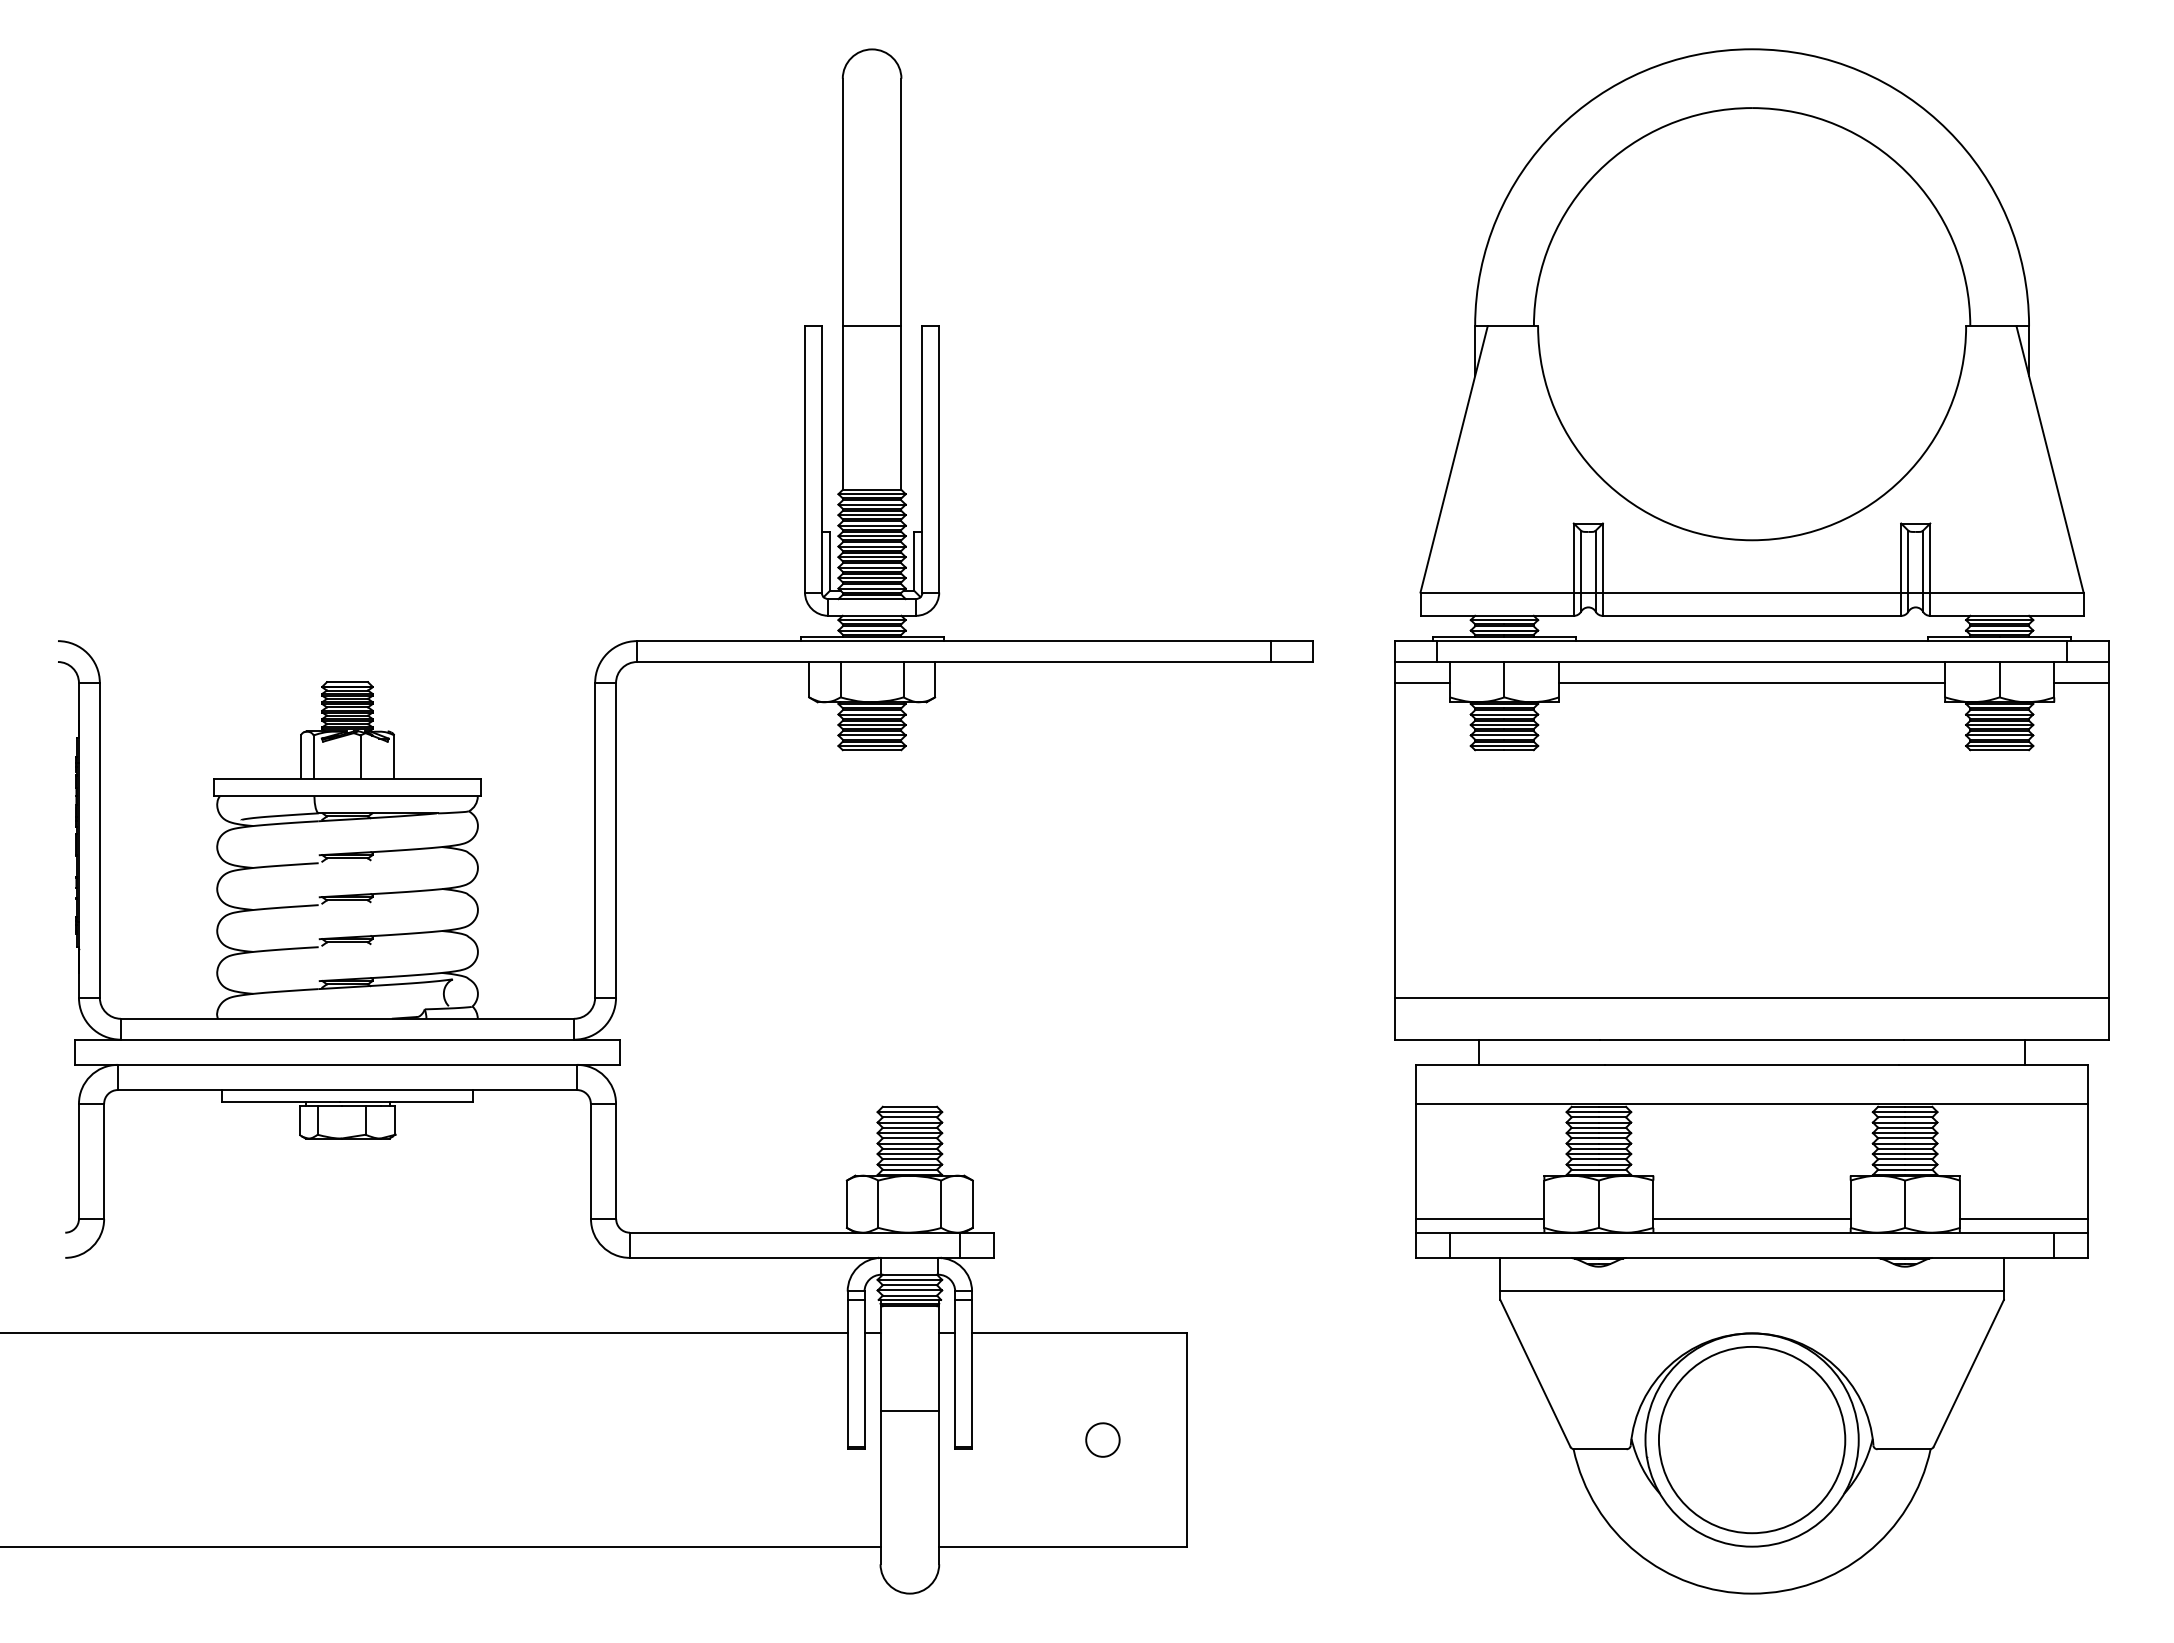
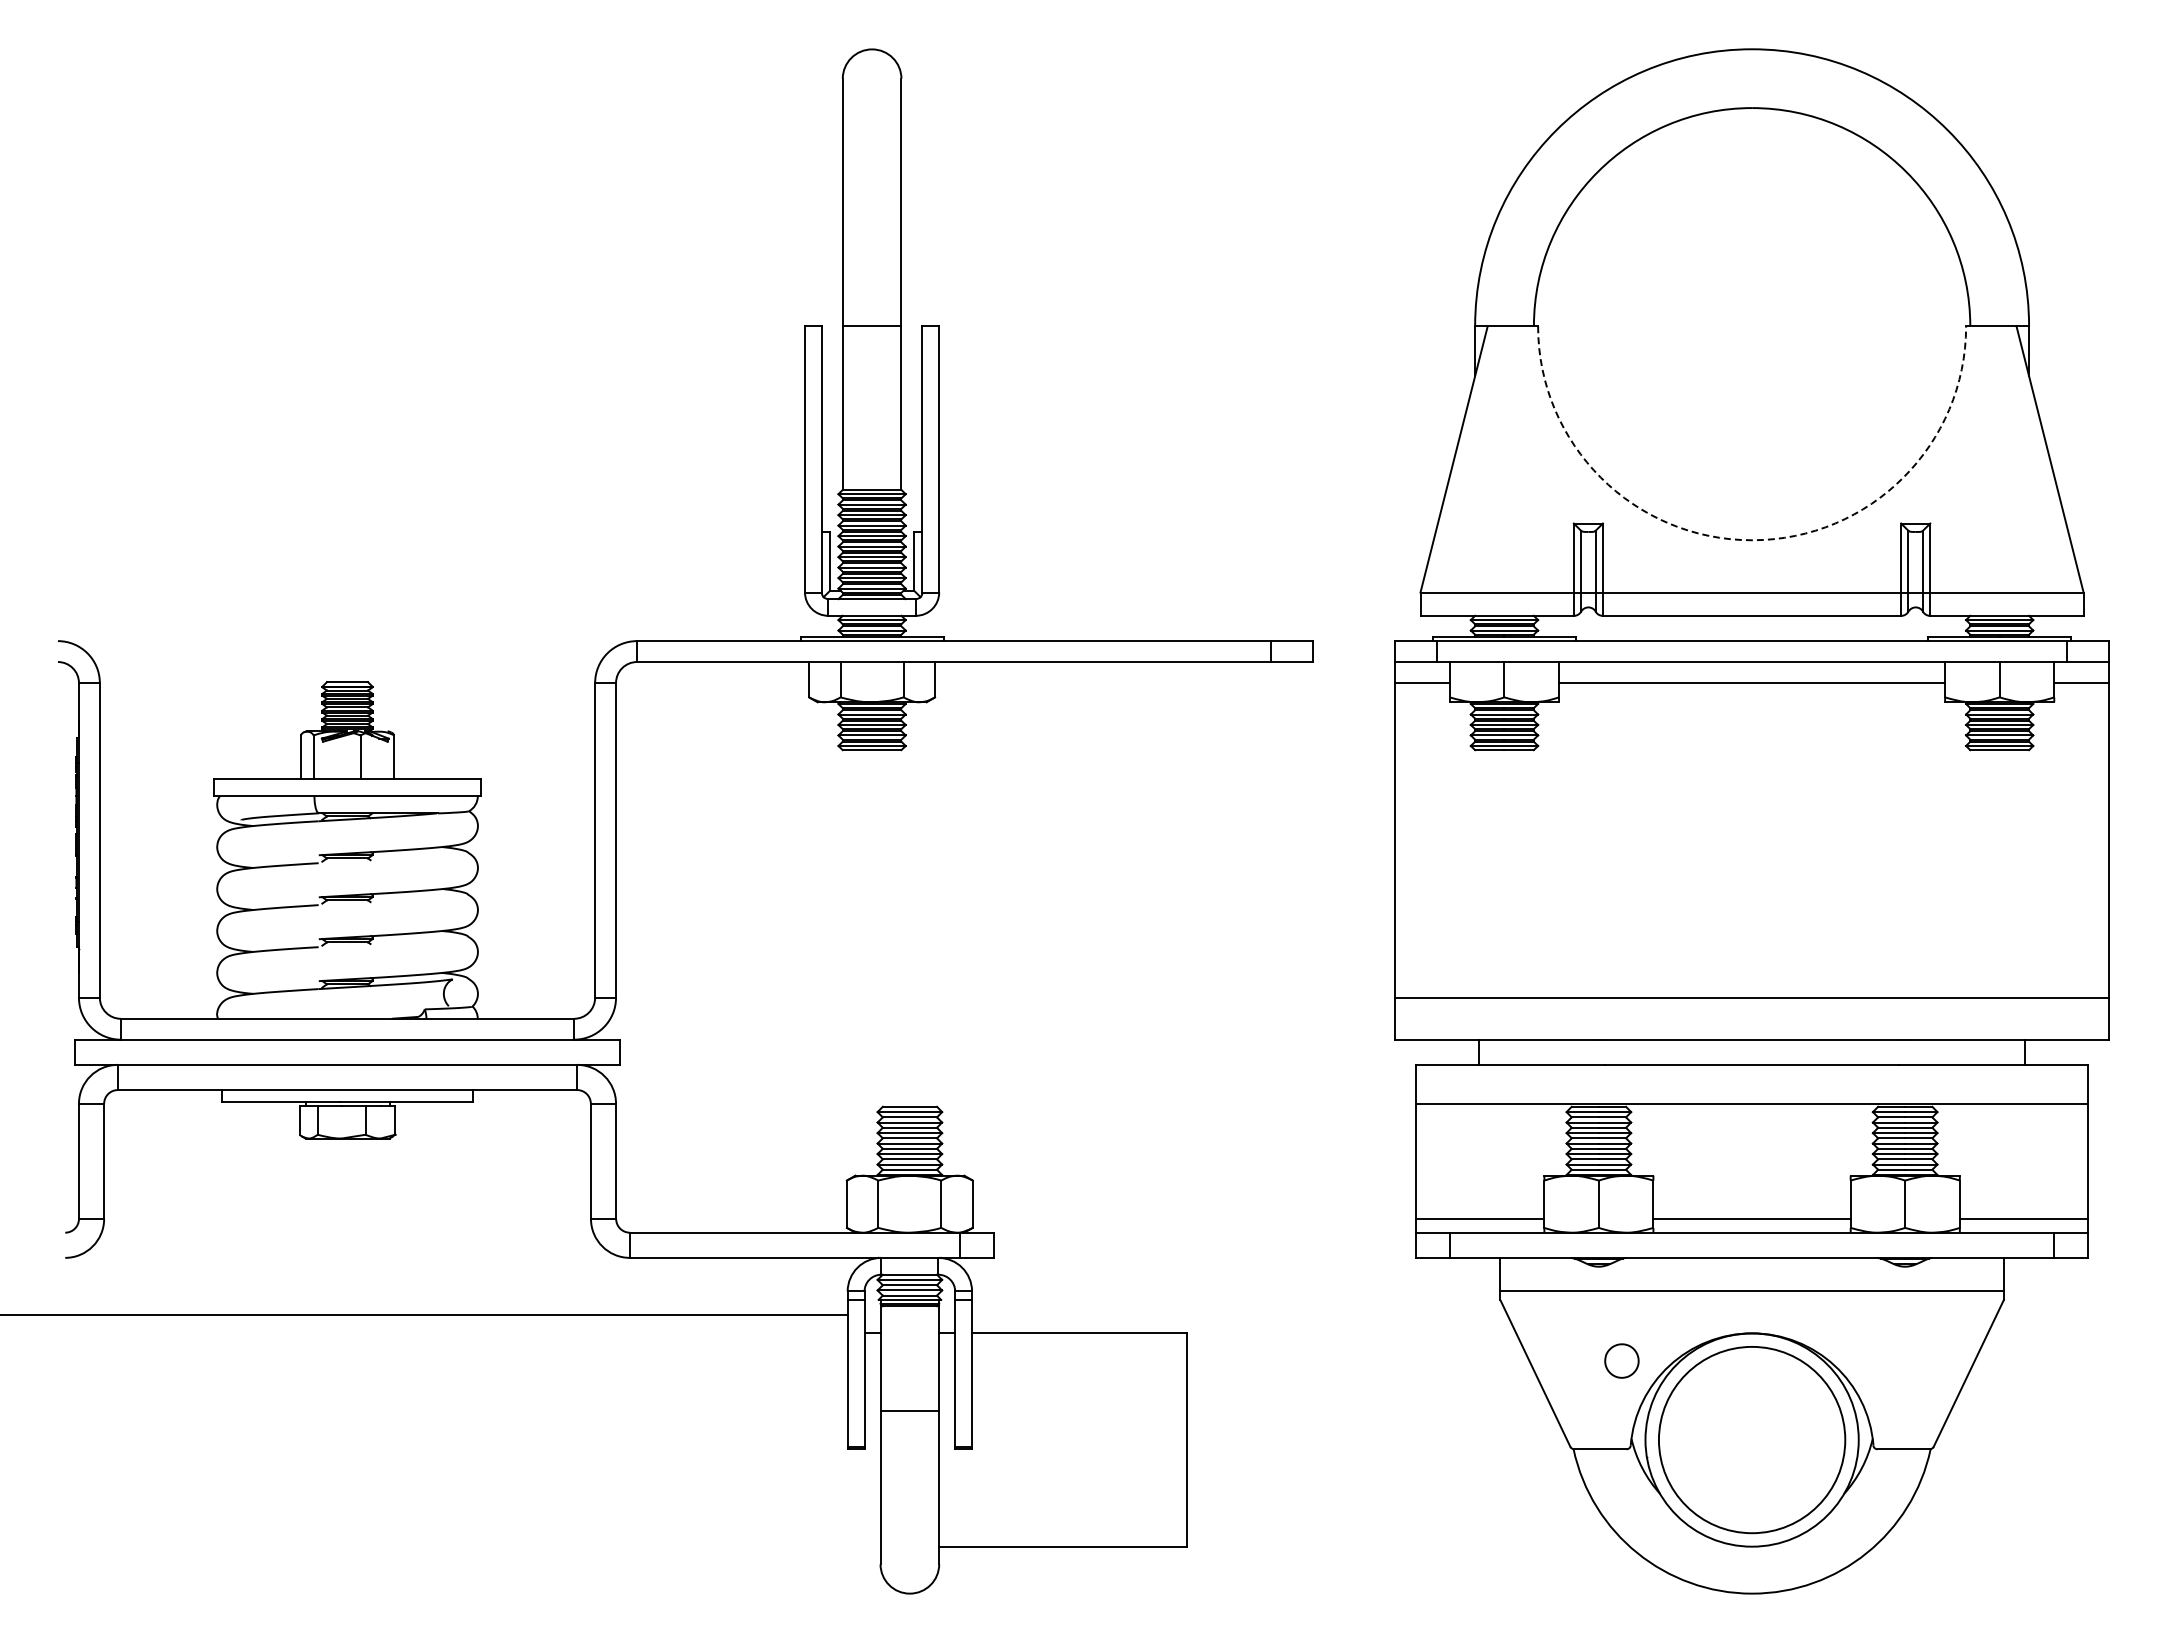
arc at (1752, 540): solid -> dashed
line at (424, 1333) position: (424, 1333) -> (424, 1315)
part at (1102, 1439) position: (1102, 1439) -> (1621, 1360)
line at (441, 1546): present -> none
